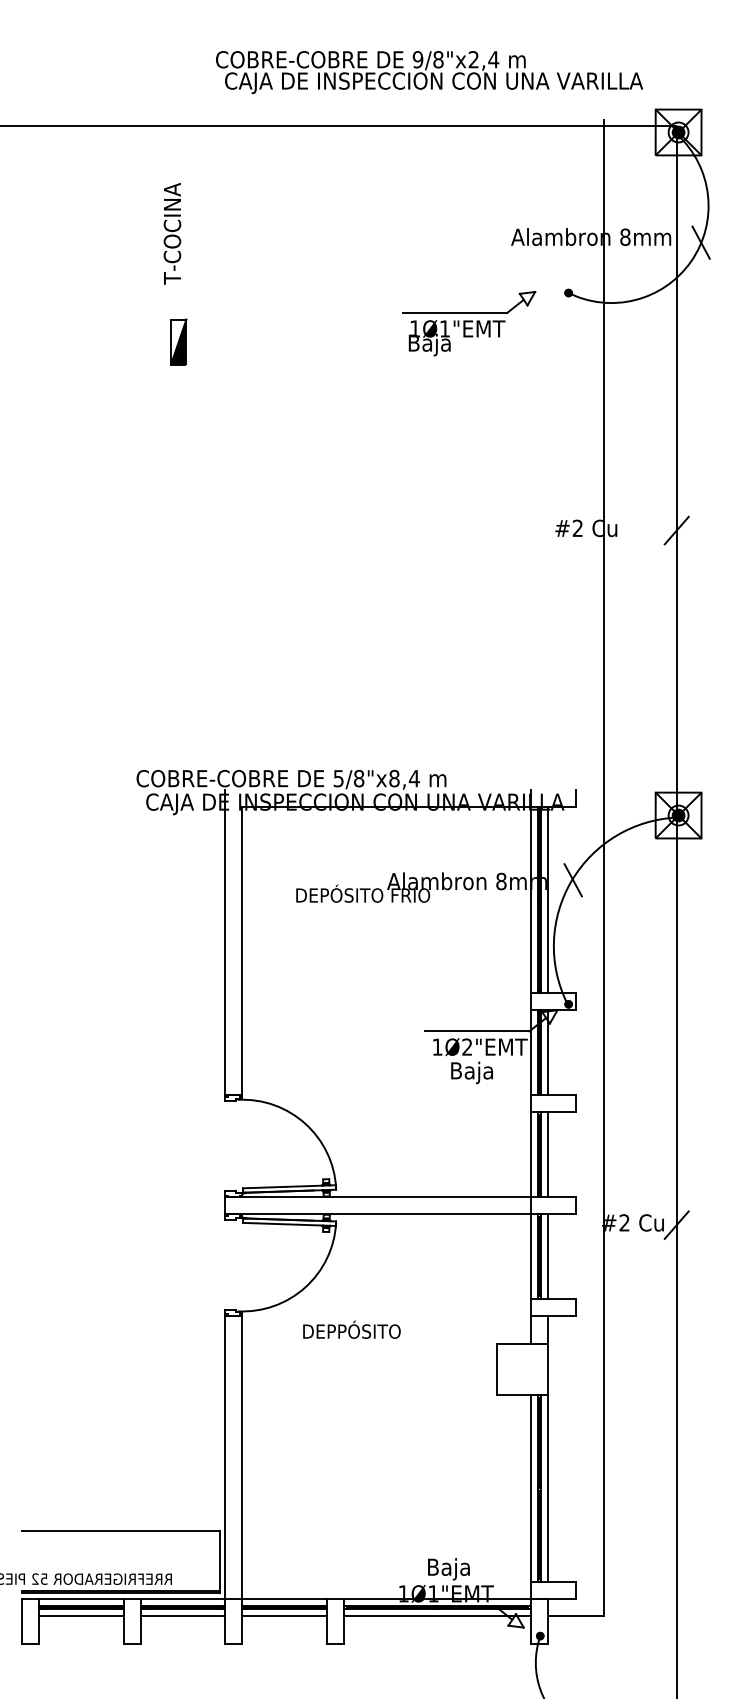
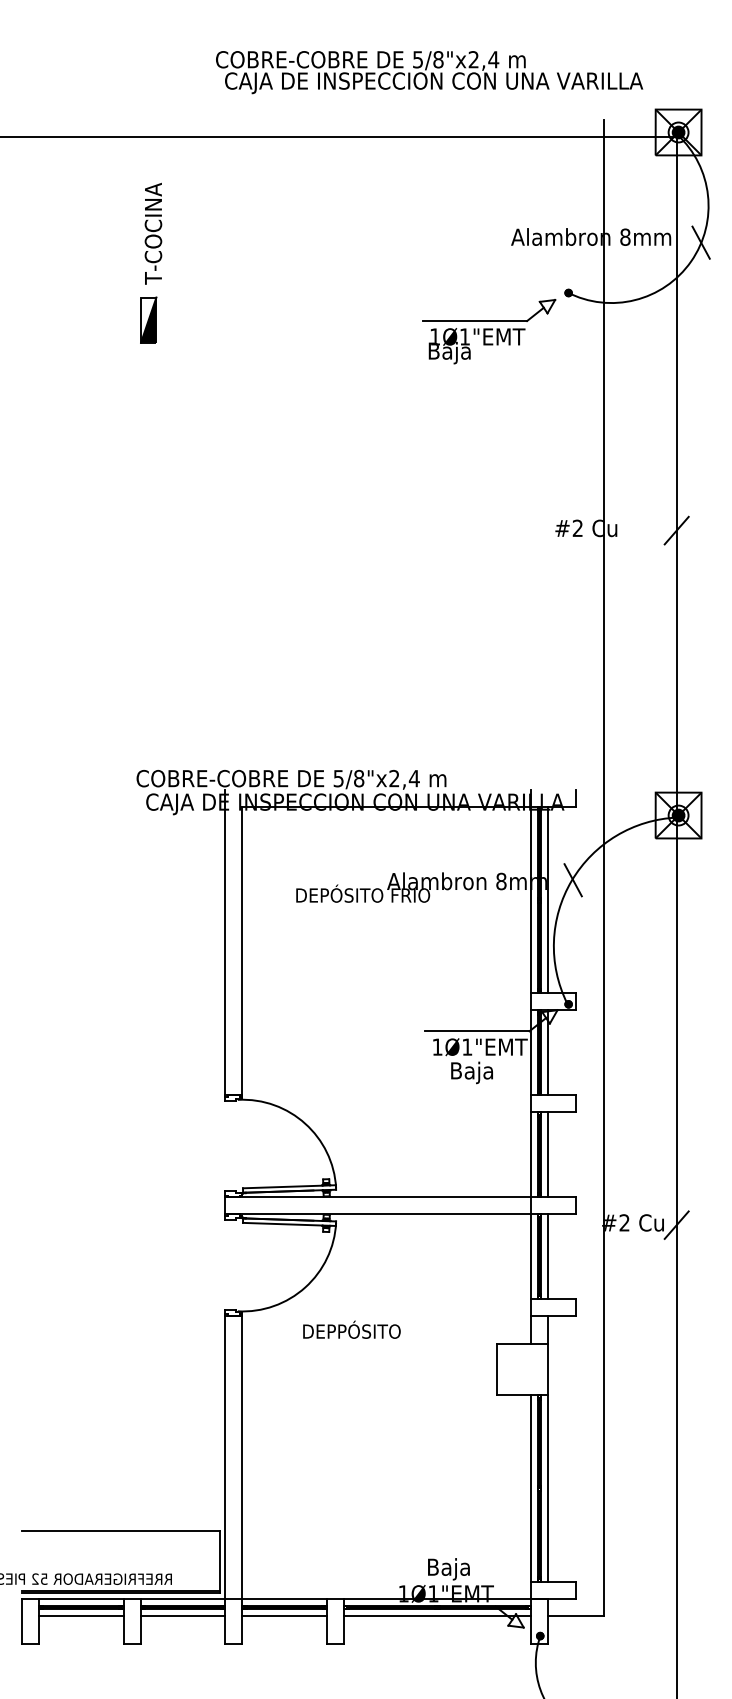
text at (417, 59): 9/8"x2,4 -> 5/8"x2,4
line at (339, 126) position: (339, 126) -> (339, 137)
text at (172, 233) position: (172, 233) -> (153, 233)
part at (469, 323) position: (469, 323) -> (489, 331)
part at (178, 341) position: (178, 341) -> (148, 319)
text at (394, 778): 5/8"x8,4 -> 5/8"x2,4
text at (467, 1046): 1Ø2"EMT -> 1Ø1"EMT
